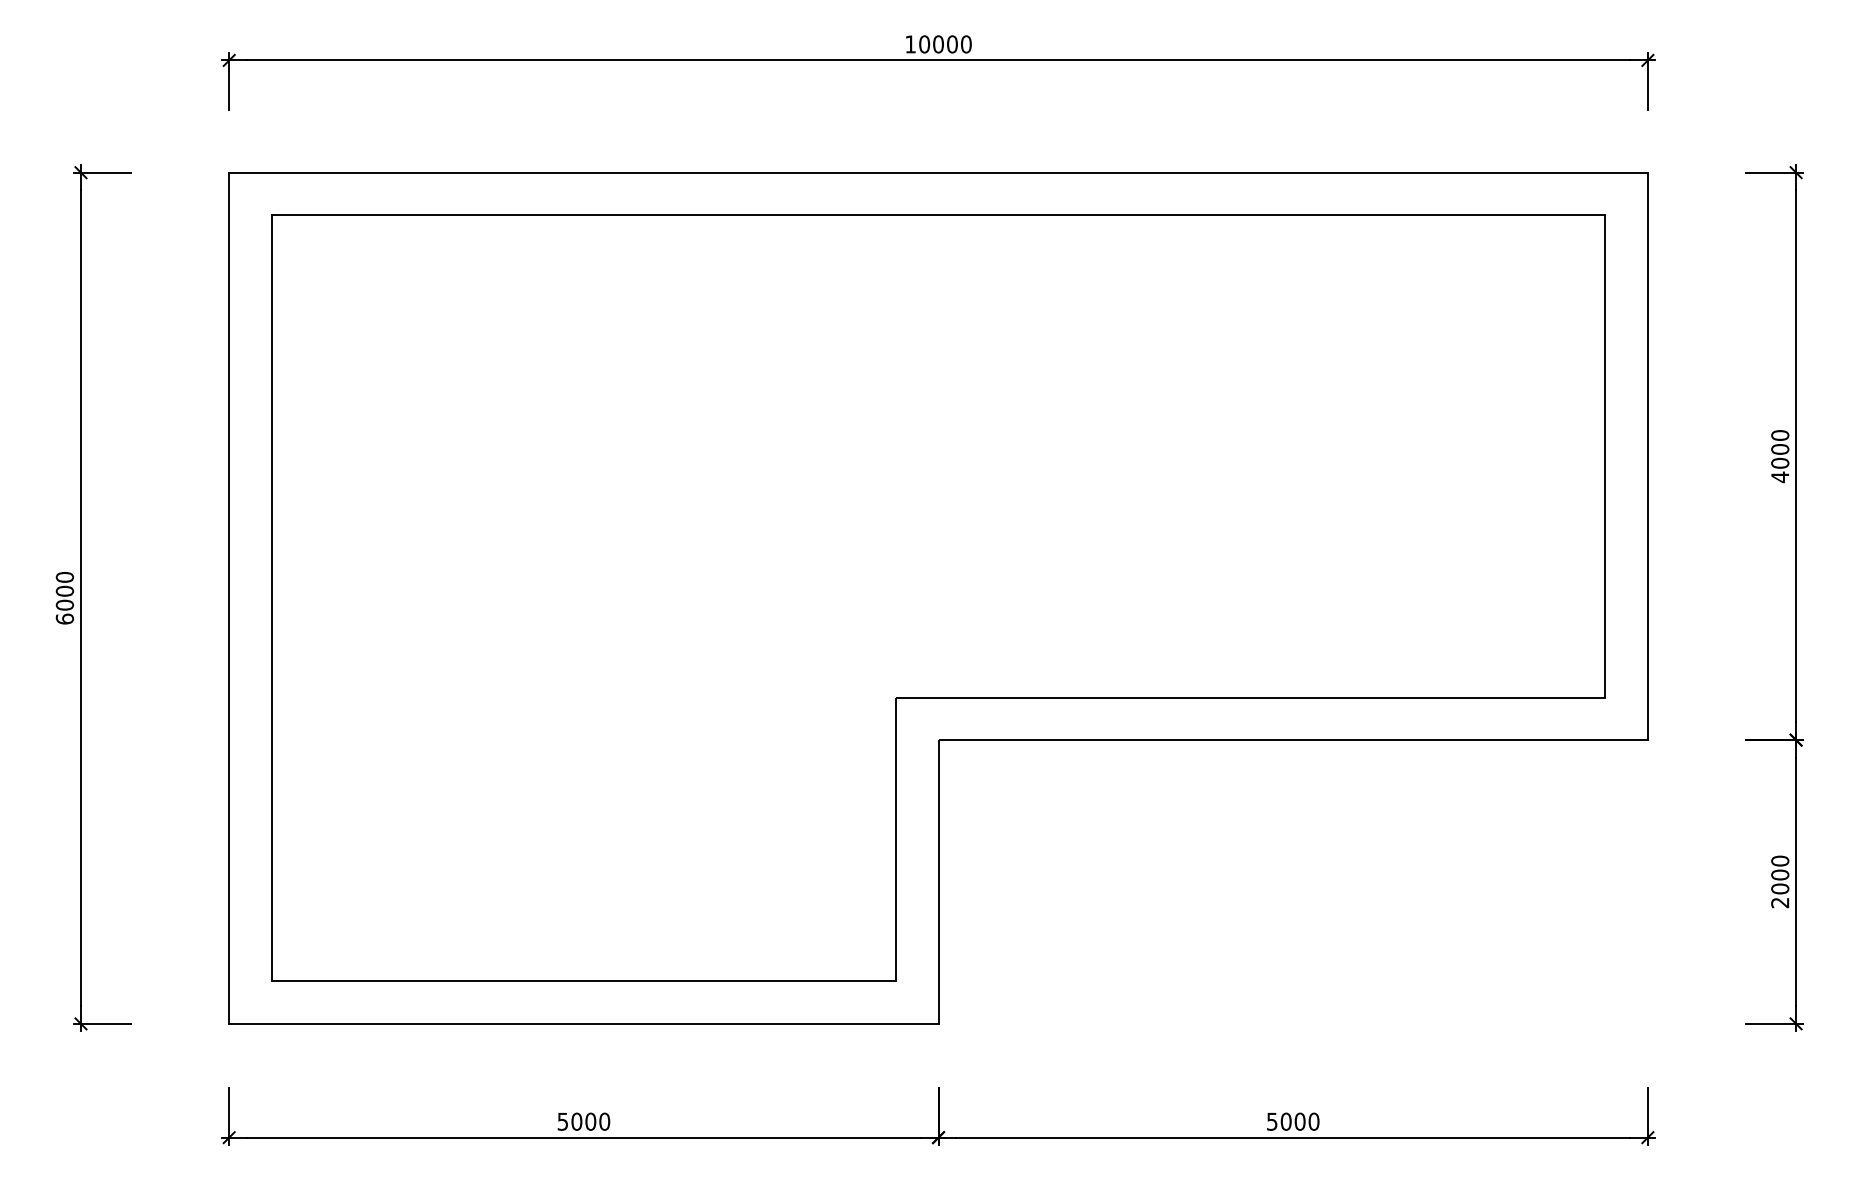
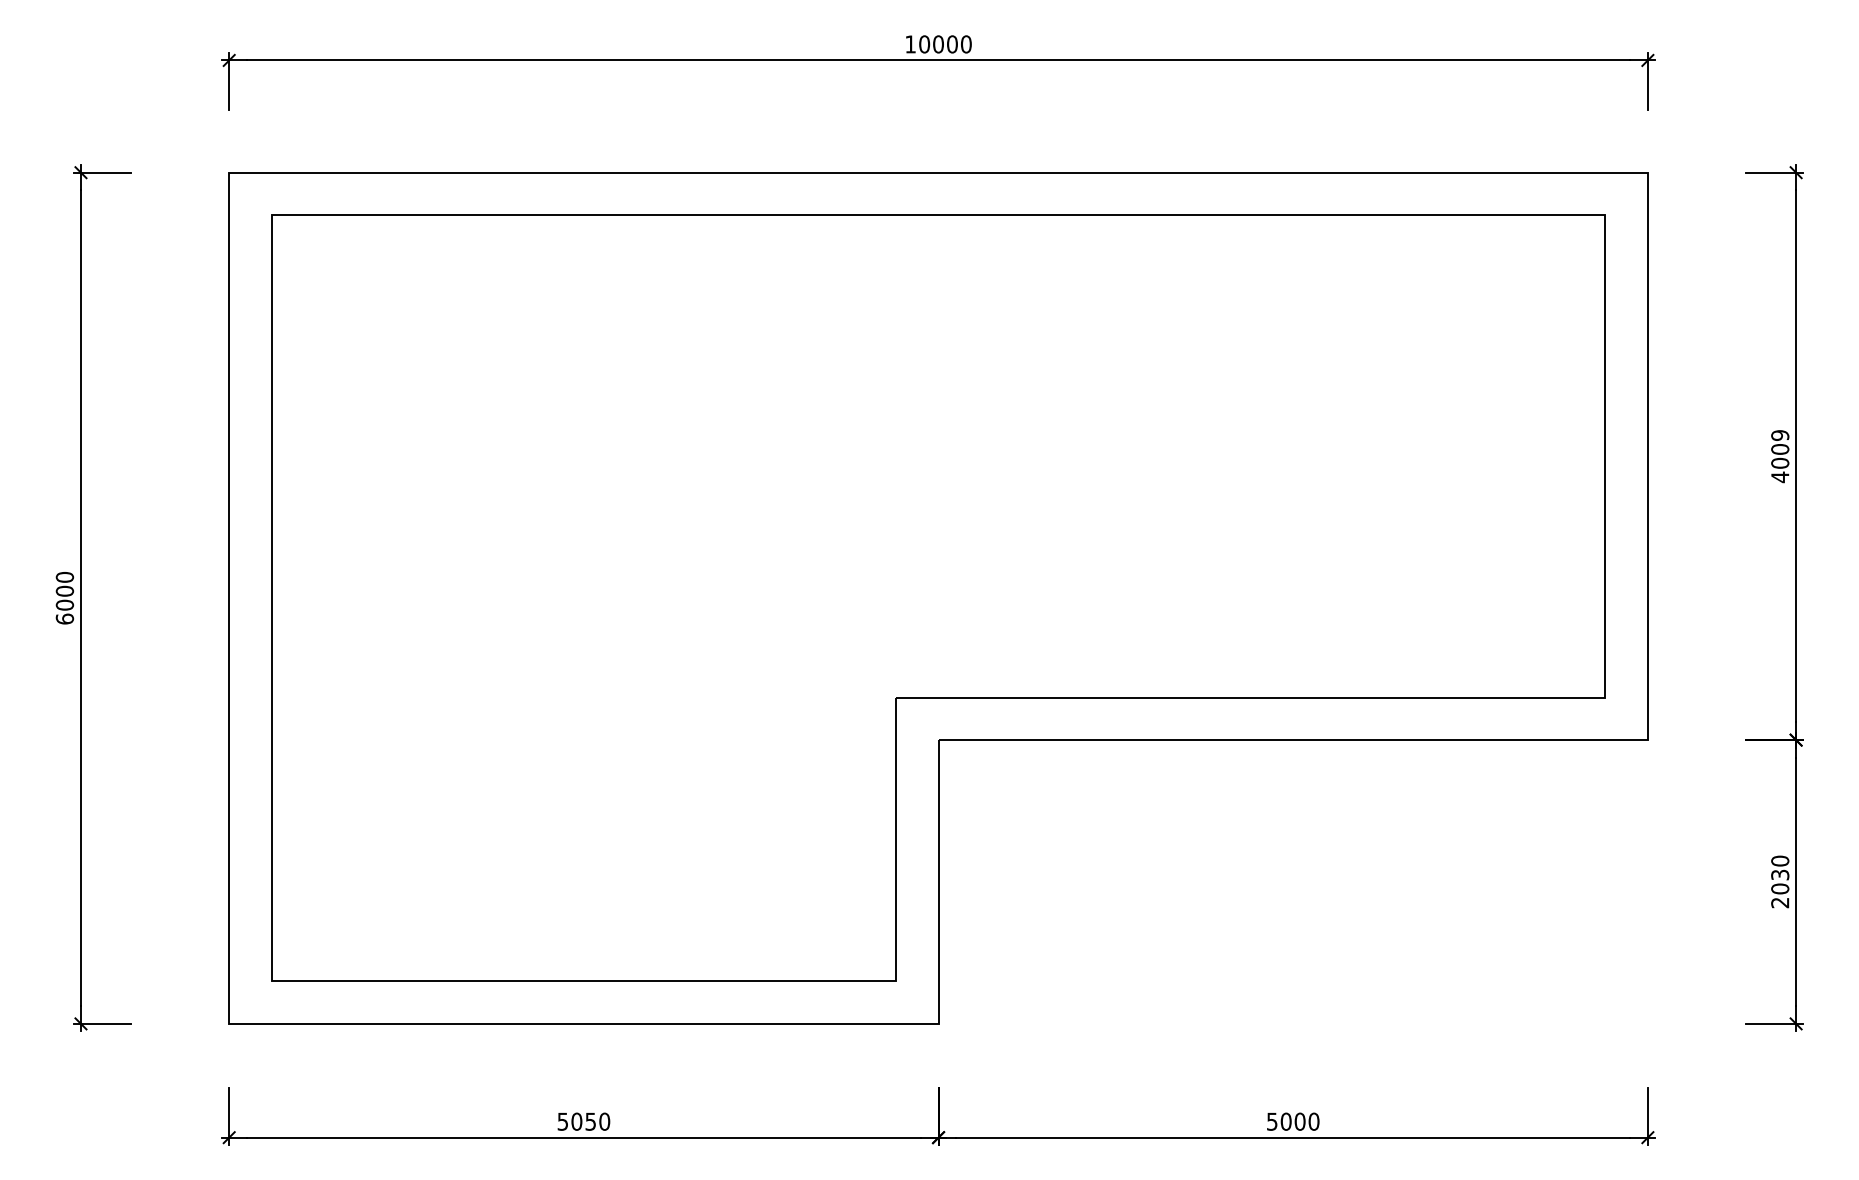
text at (1780, 435): 4000 -> 4009
text at (1780, 874): 2000 -> 2030
text at (590, 1121): 5000 -> 5050
